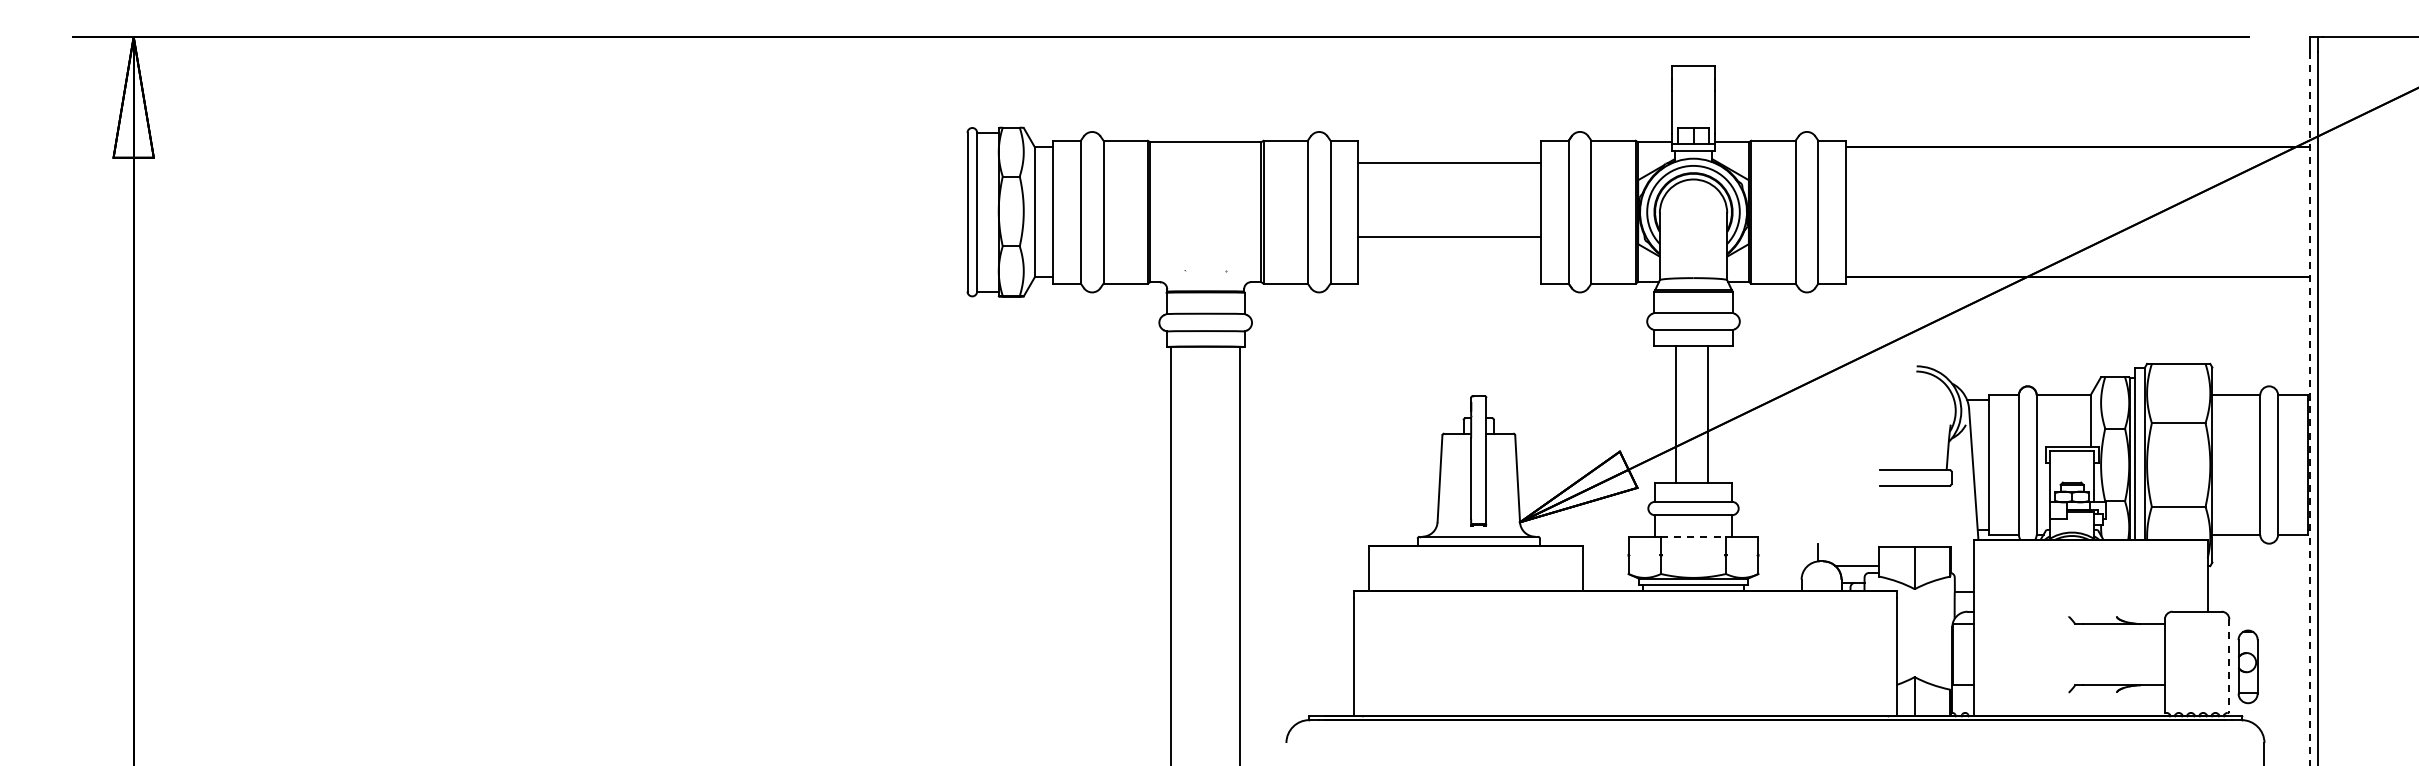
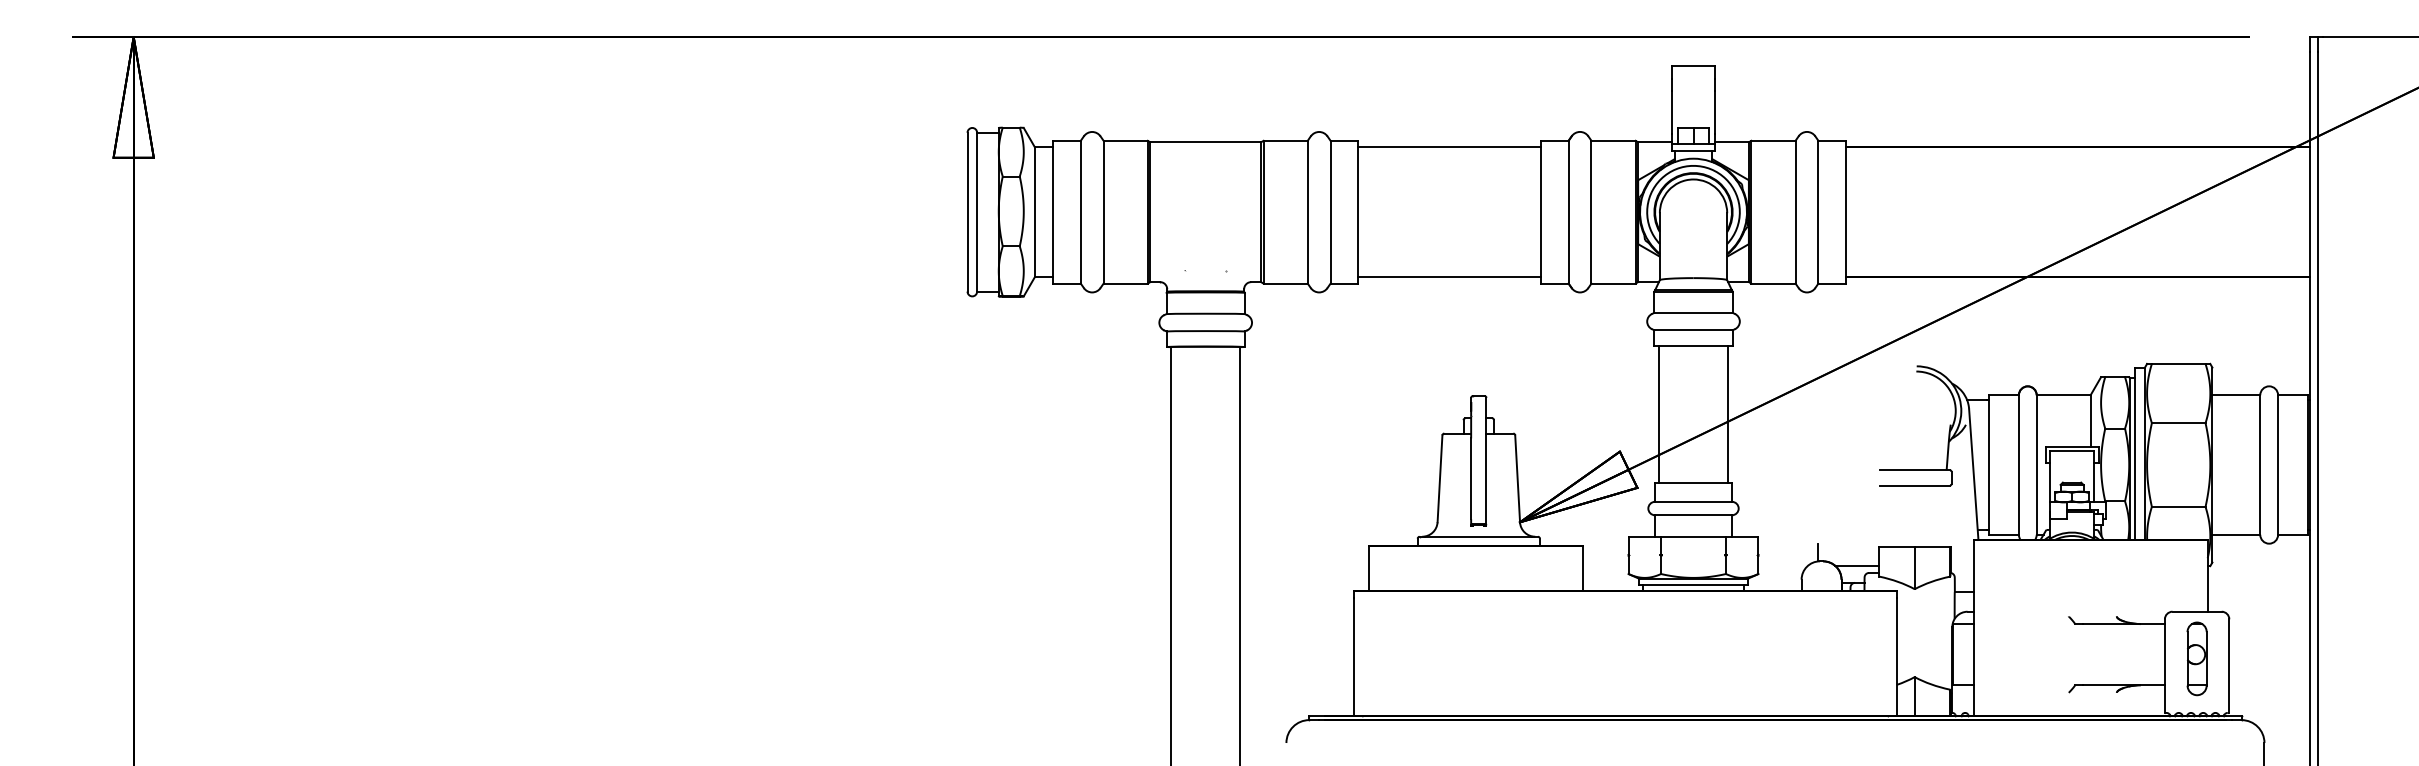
line at (1449, 163) position: (1449, 163) -> (1449, 147)
line at (1449, 237) position: (1449, 237) -> (1449, 277)
line at (2309, 409): dashed -> solid
line at (1676, 414) position: (1676, 414) -> (1659, 414)
line at (1707, 414) position: (1707, 414) -> (1727, 414)
line at (1694, 536): dashed -> solid
line at (2229, 666): dashed -> solid
part at (2247, 666) position: (2247, 666) -> (2196, 658)
